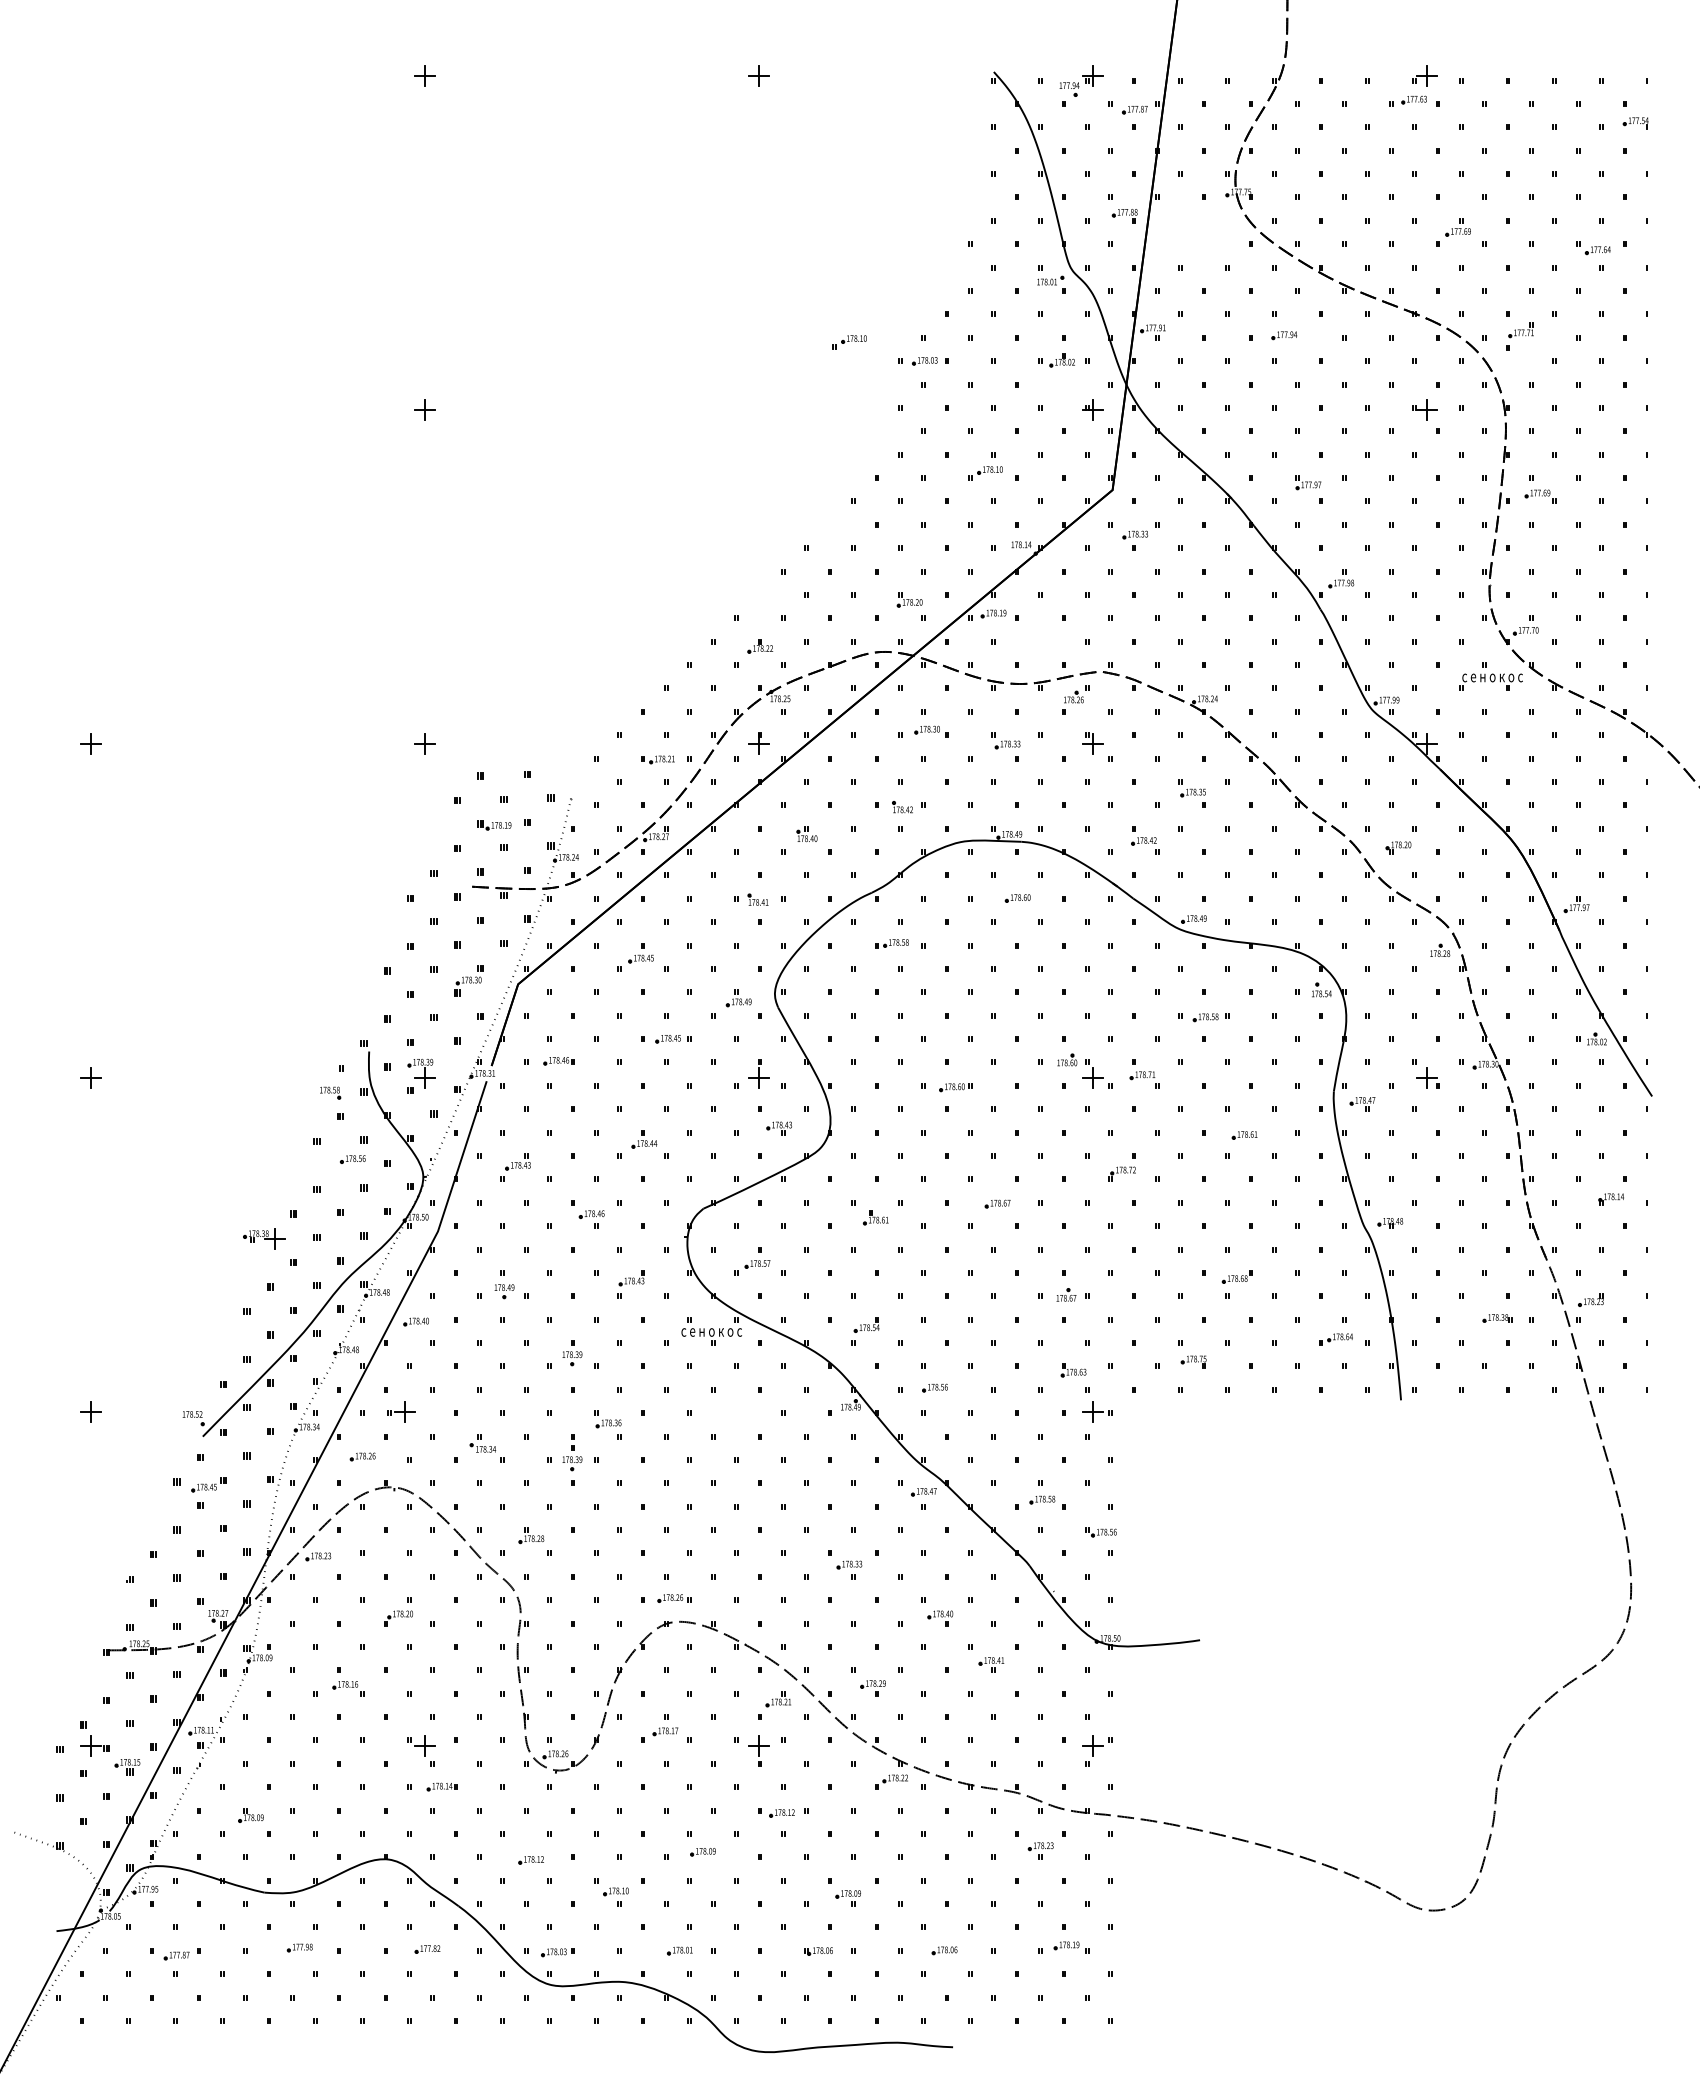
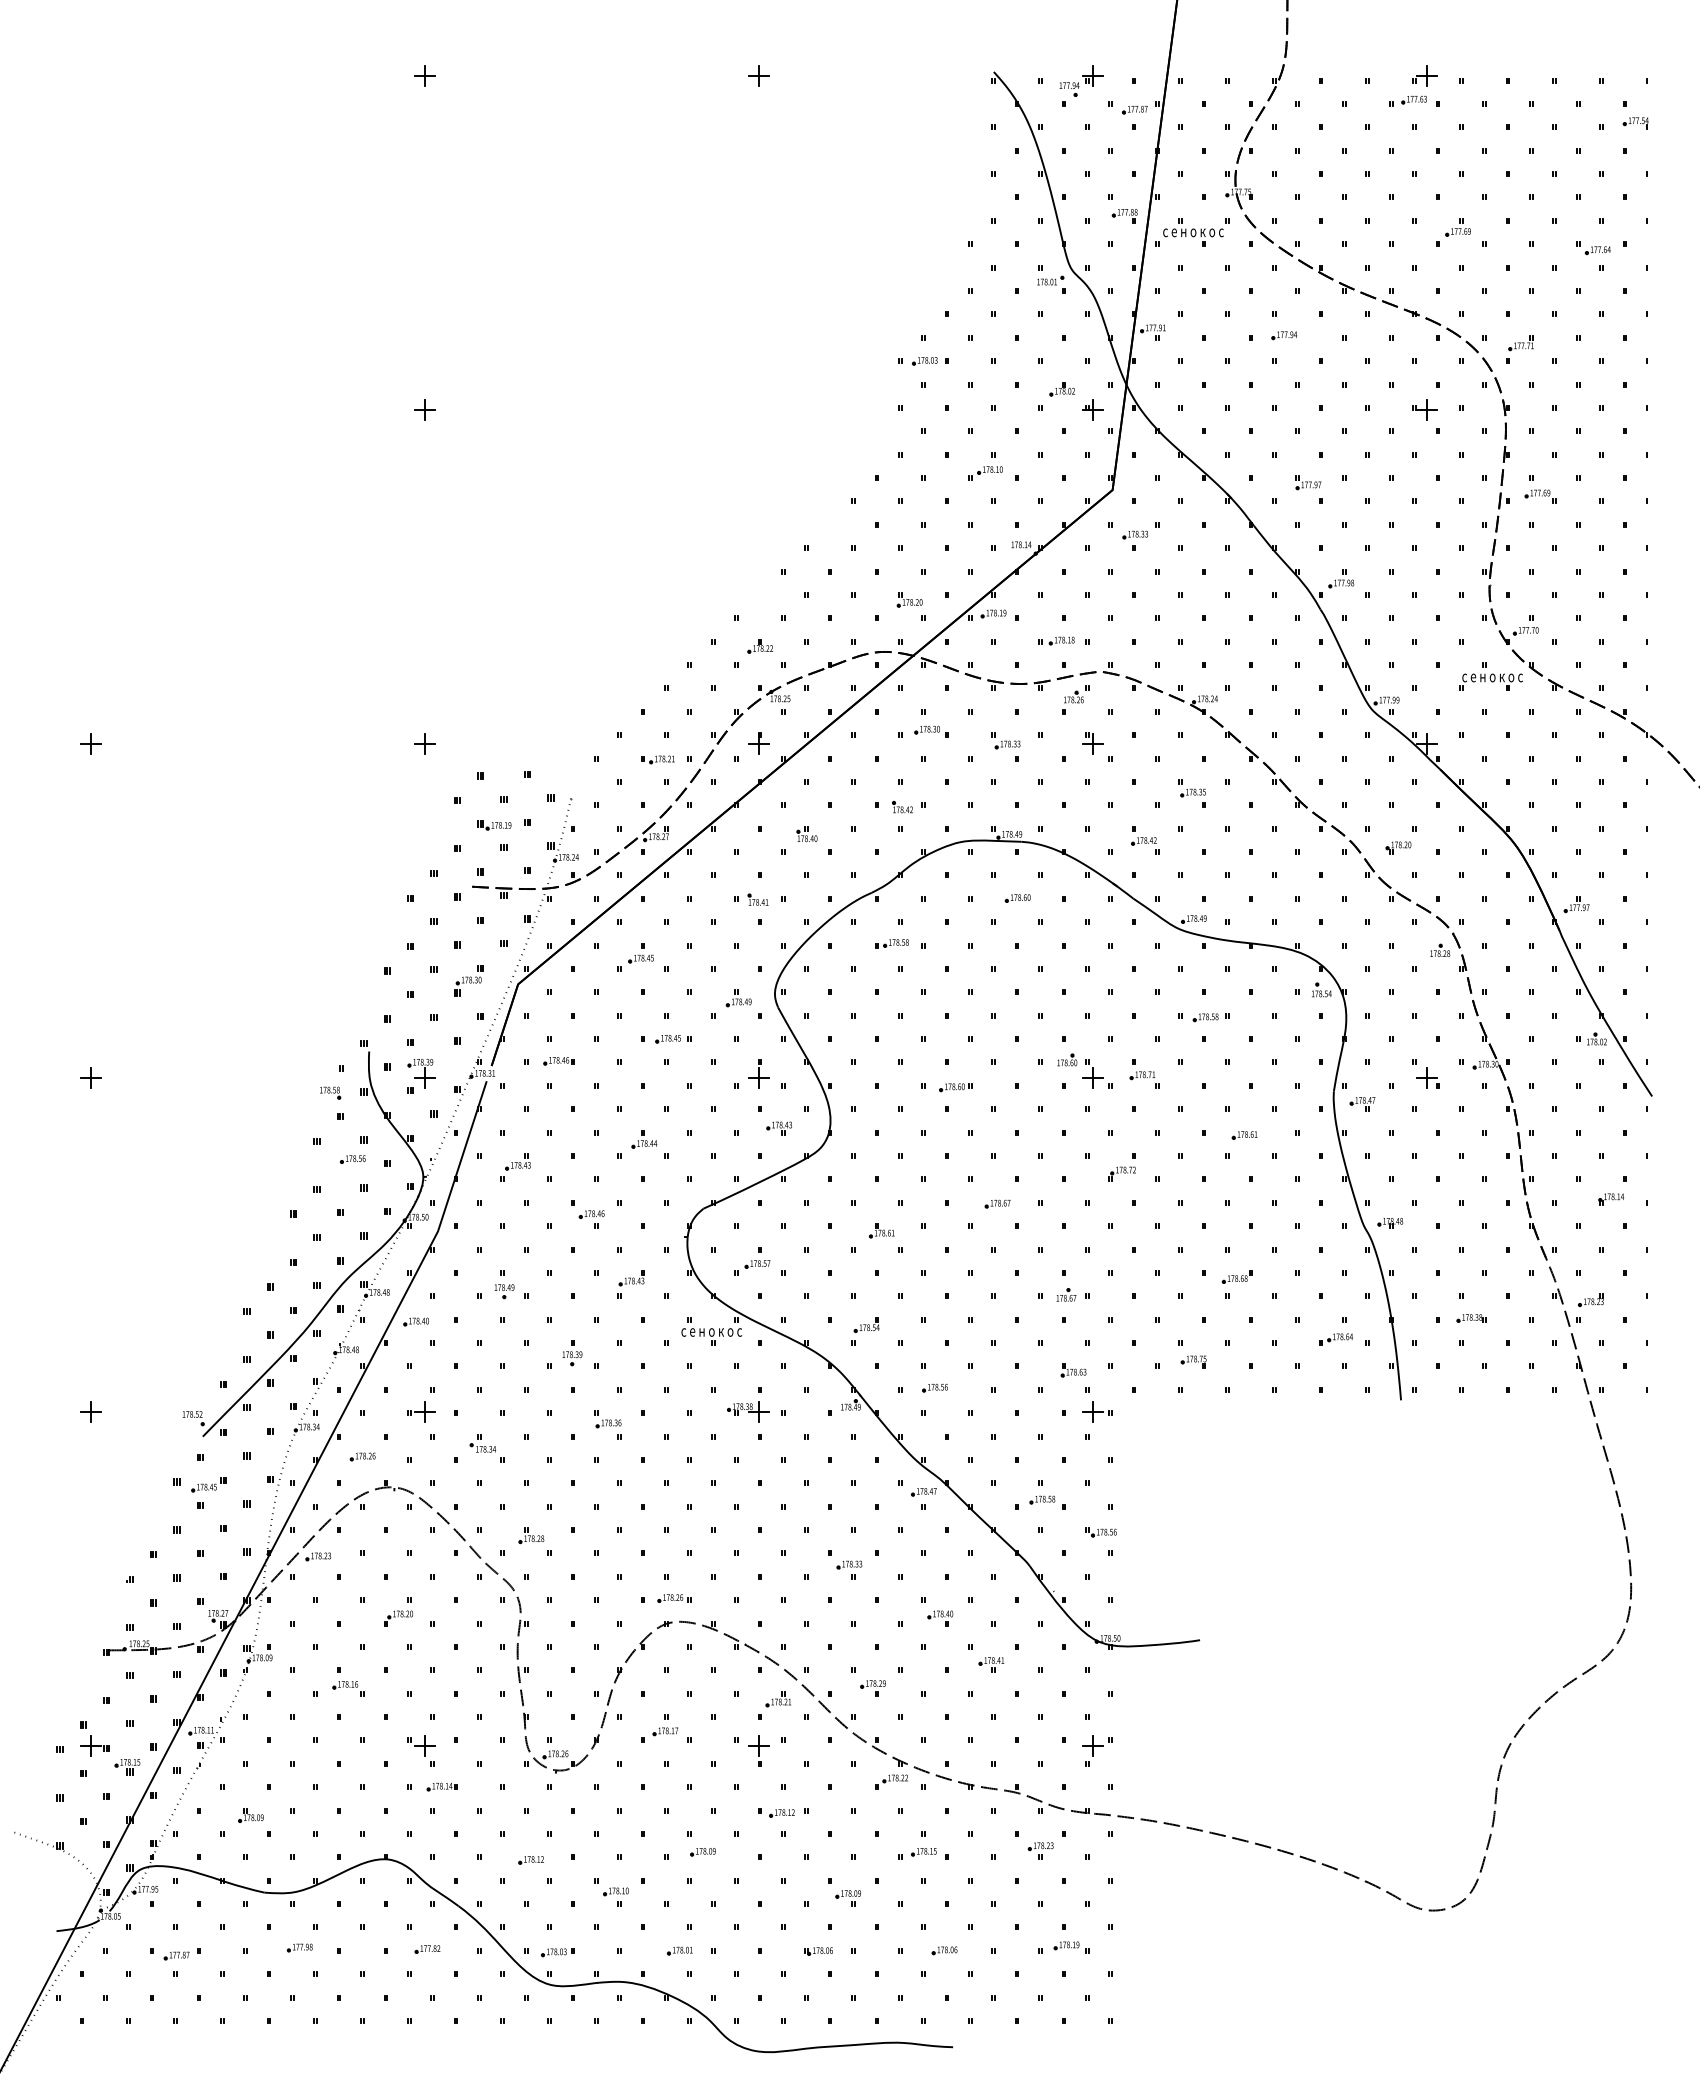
part at (1192, 232): none -> present
part at (1519, 336) position: (1519, 336) -> (1519, 349)
part at (849, 342): present -> none
part at (1061, 360) position: (1061, 360) -> (1061, 389)
part at (1056, 640): none -> present
part at (875, 1217) position: (875, 1217) -> (881, 1230)
part at (264, 1238) position: (264, 1238) -> (748, 1411)
part at (1497, 1318) position: (1497, 1318) -> (1471, 1318)
part at (401, 1411) position: (401, 1411) -> (421, 1411)
part at (572, 1458): present -> none
part at (923, 1852): none -> present
